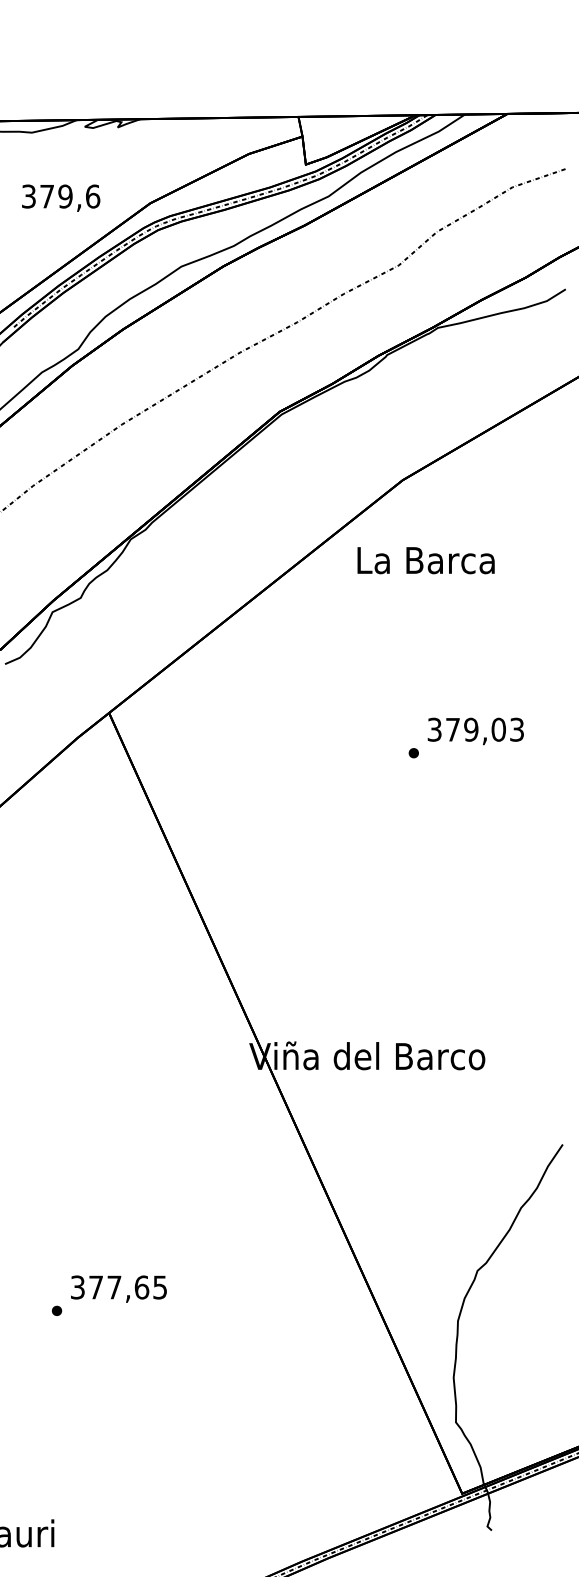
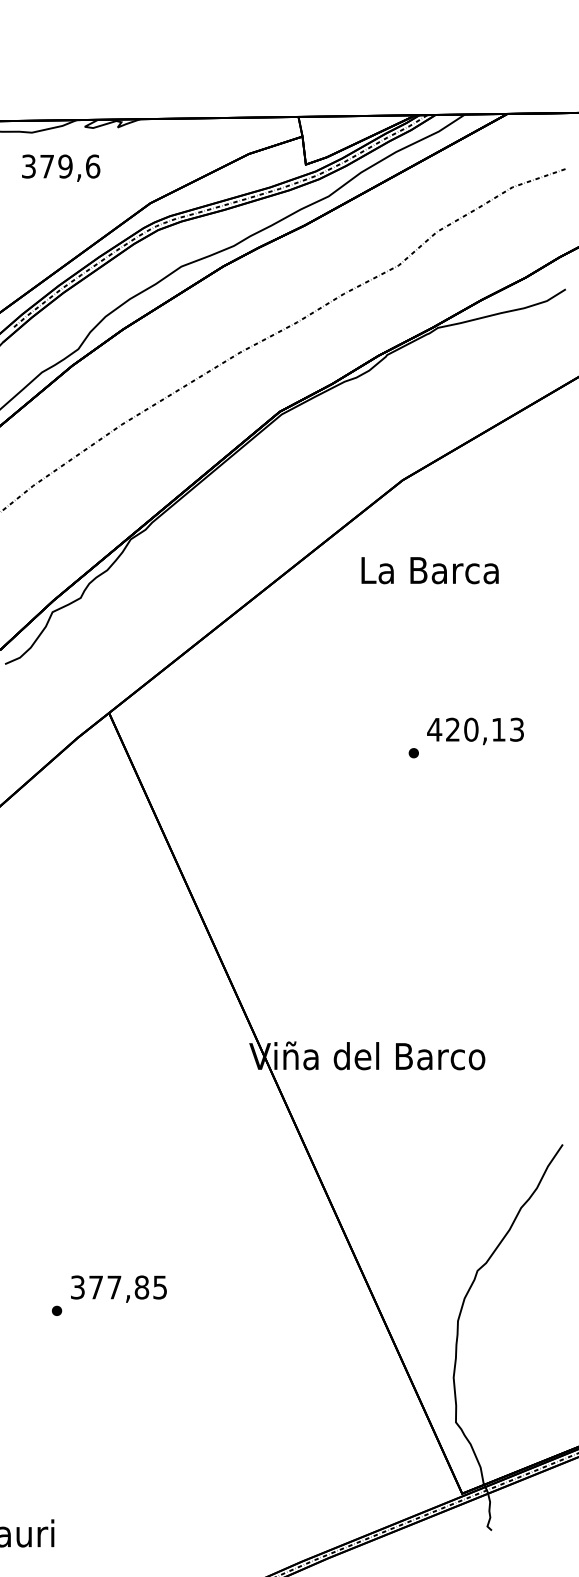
text at (61, 197) position: (61, 197) -> (61, 167)
text at (425, 560) position: (425, 560) -> (429, 570)
text at (466, 729): 379,03 -> 420,13
text at (141, 1287): 377,65 -> 377,85
